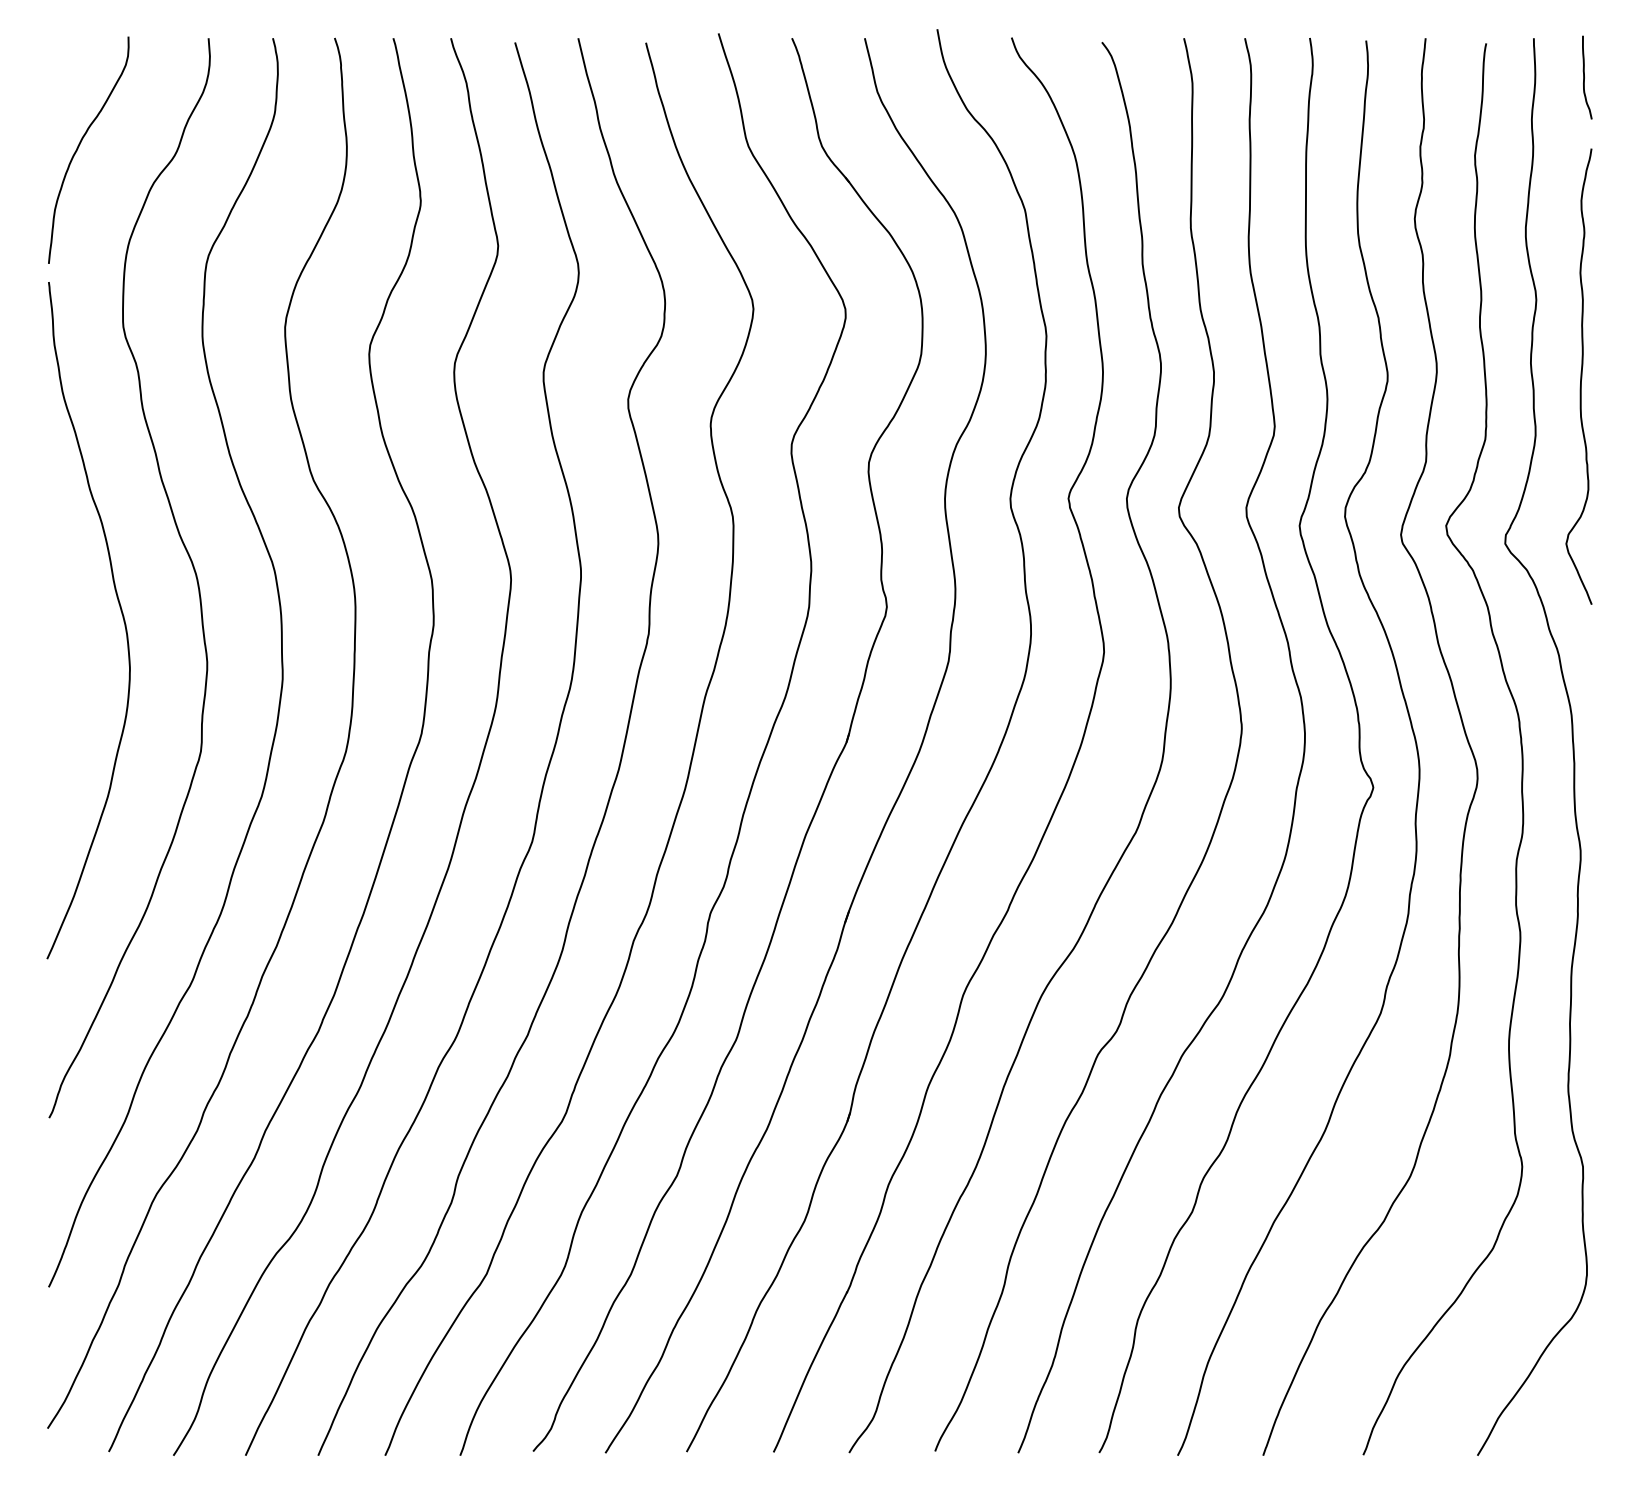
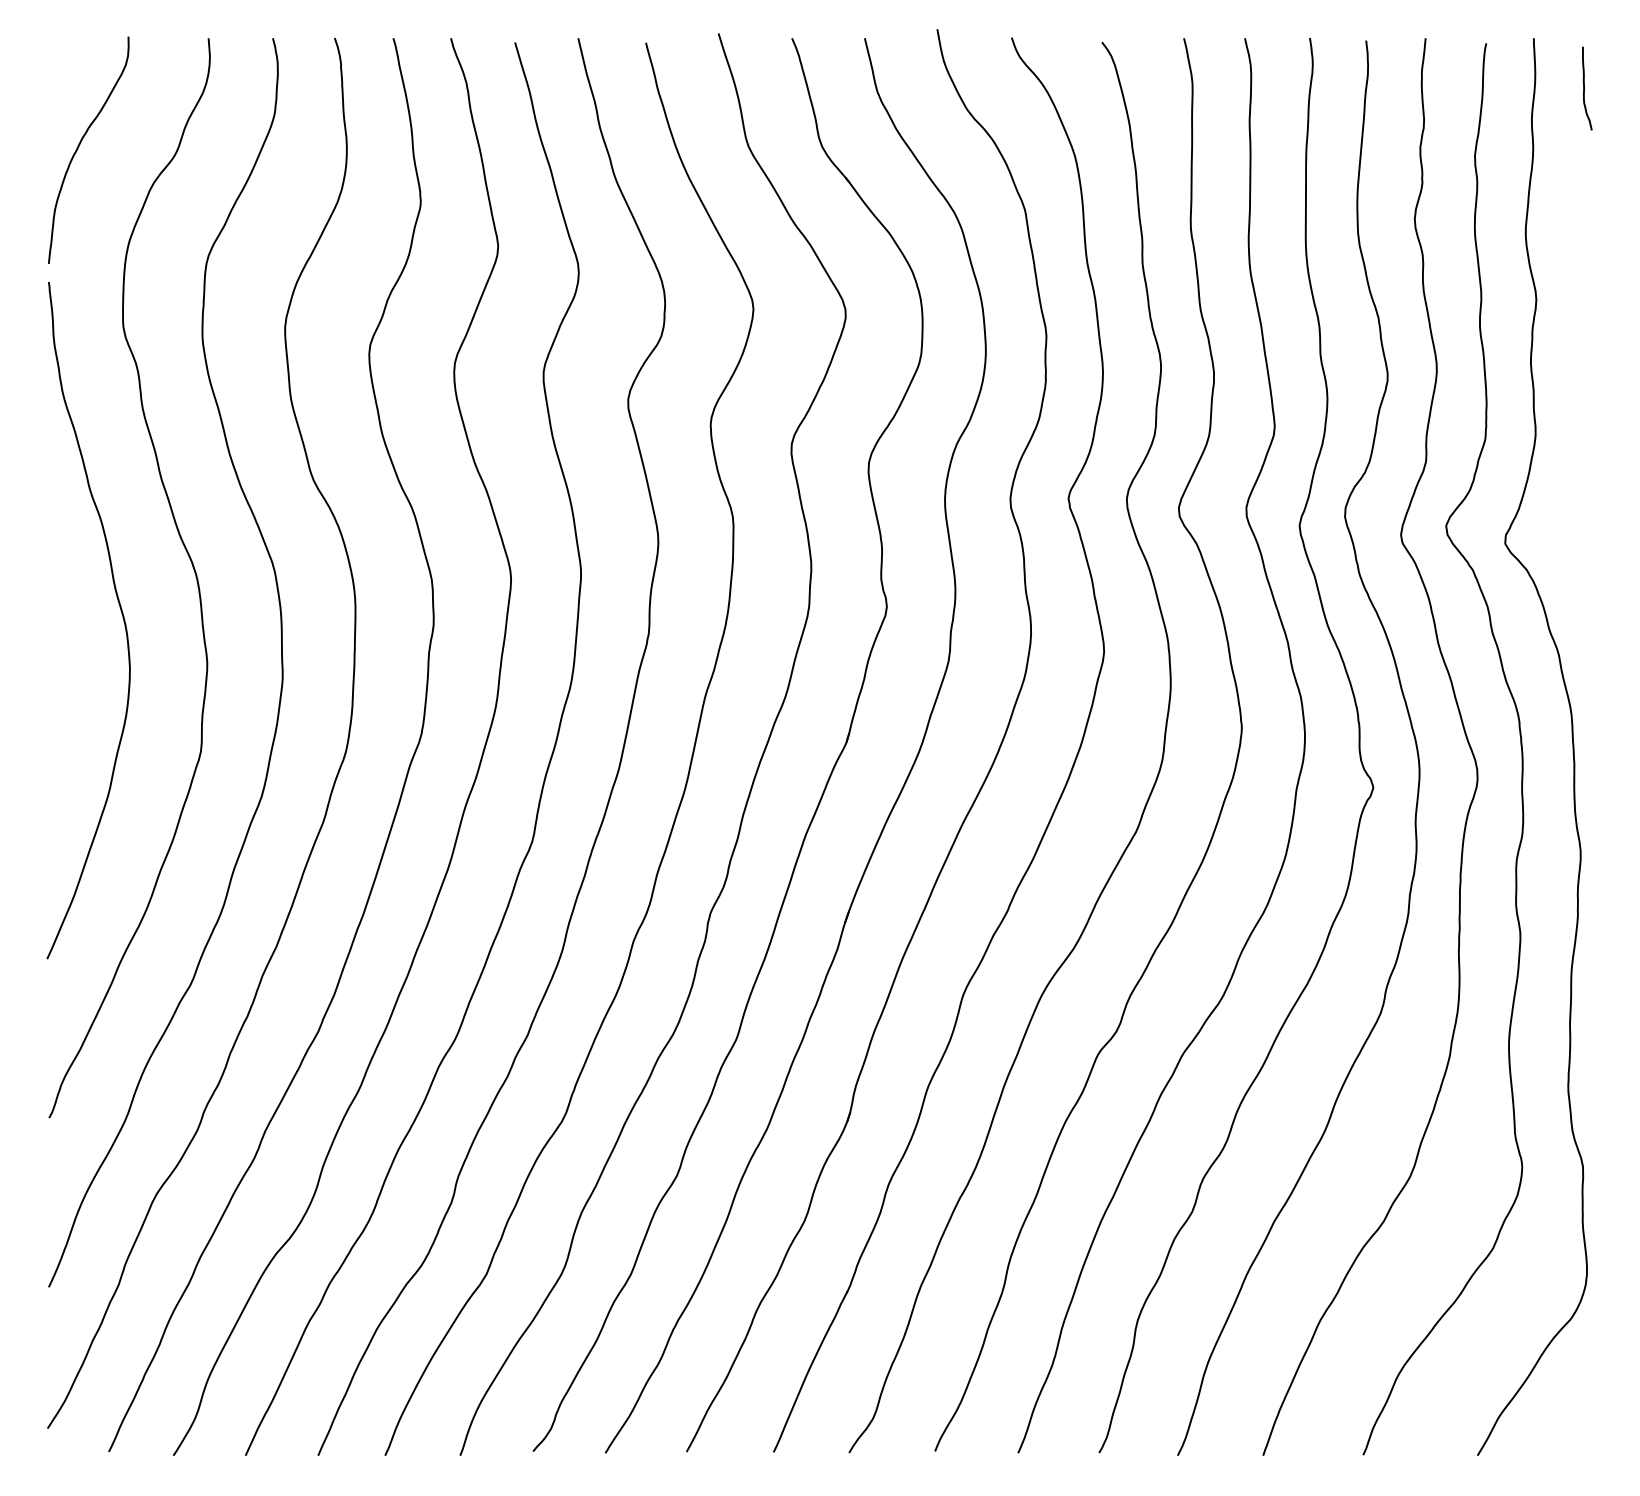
curve at (1584, 77) position: (1584, 77) -> (1584, 88)
curve at (1580, 376): present -> none
